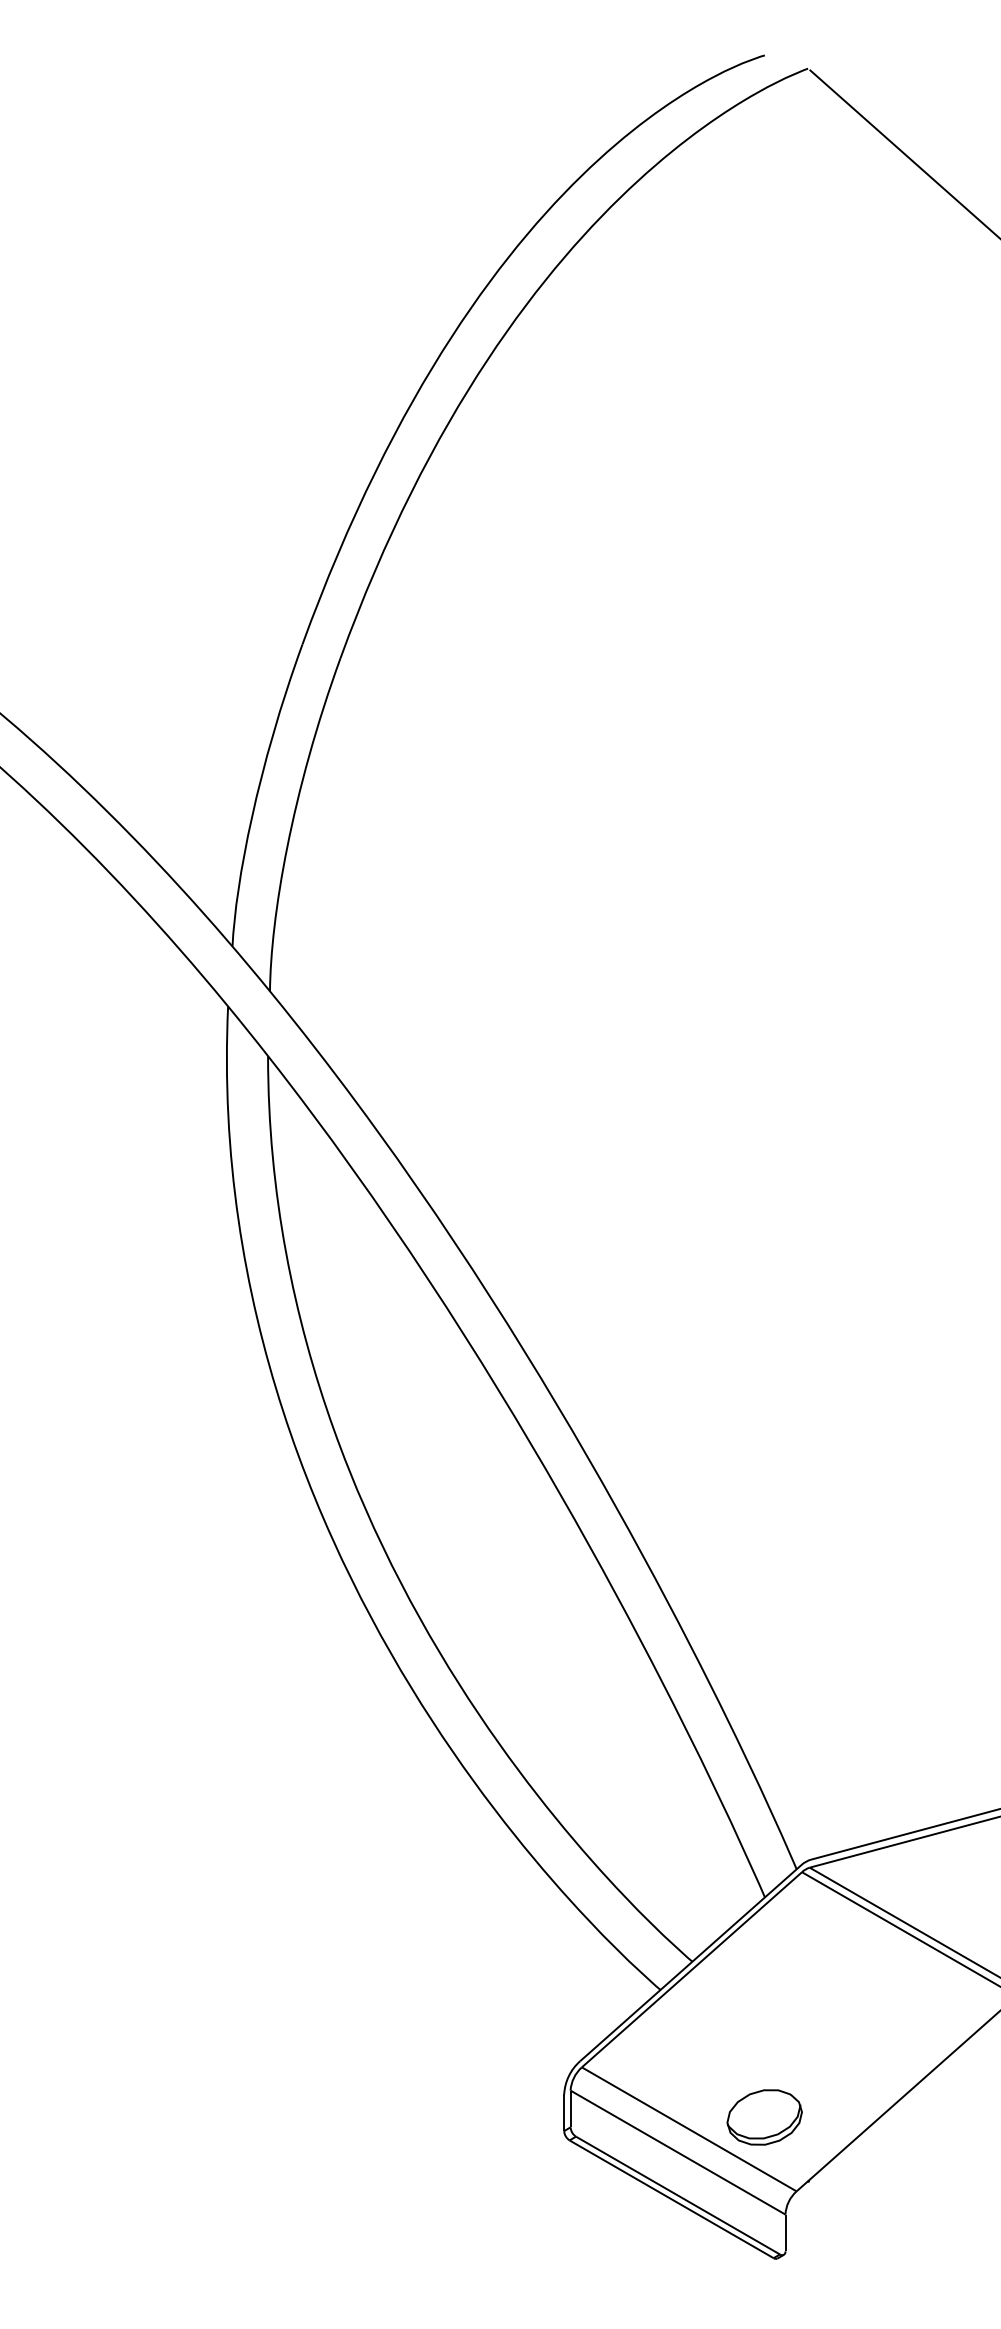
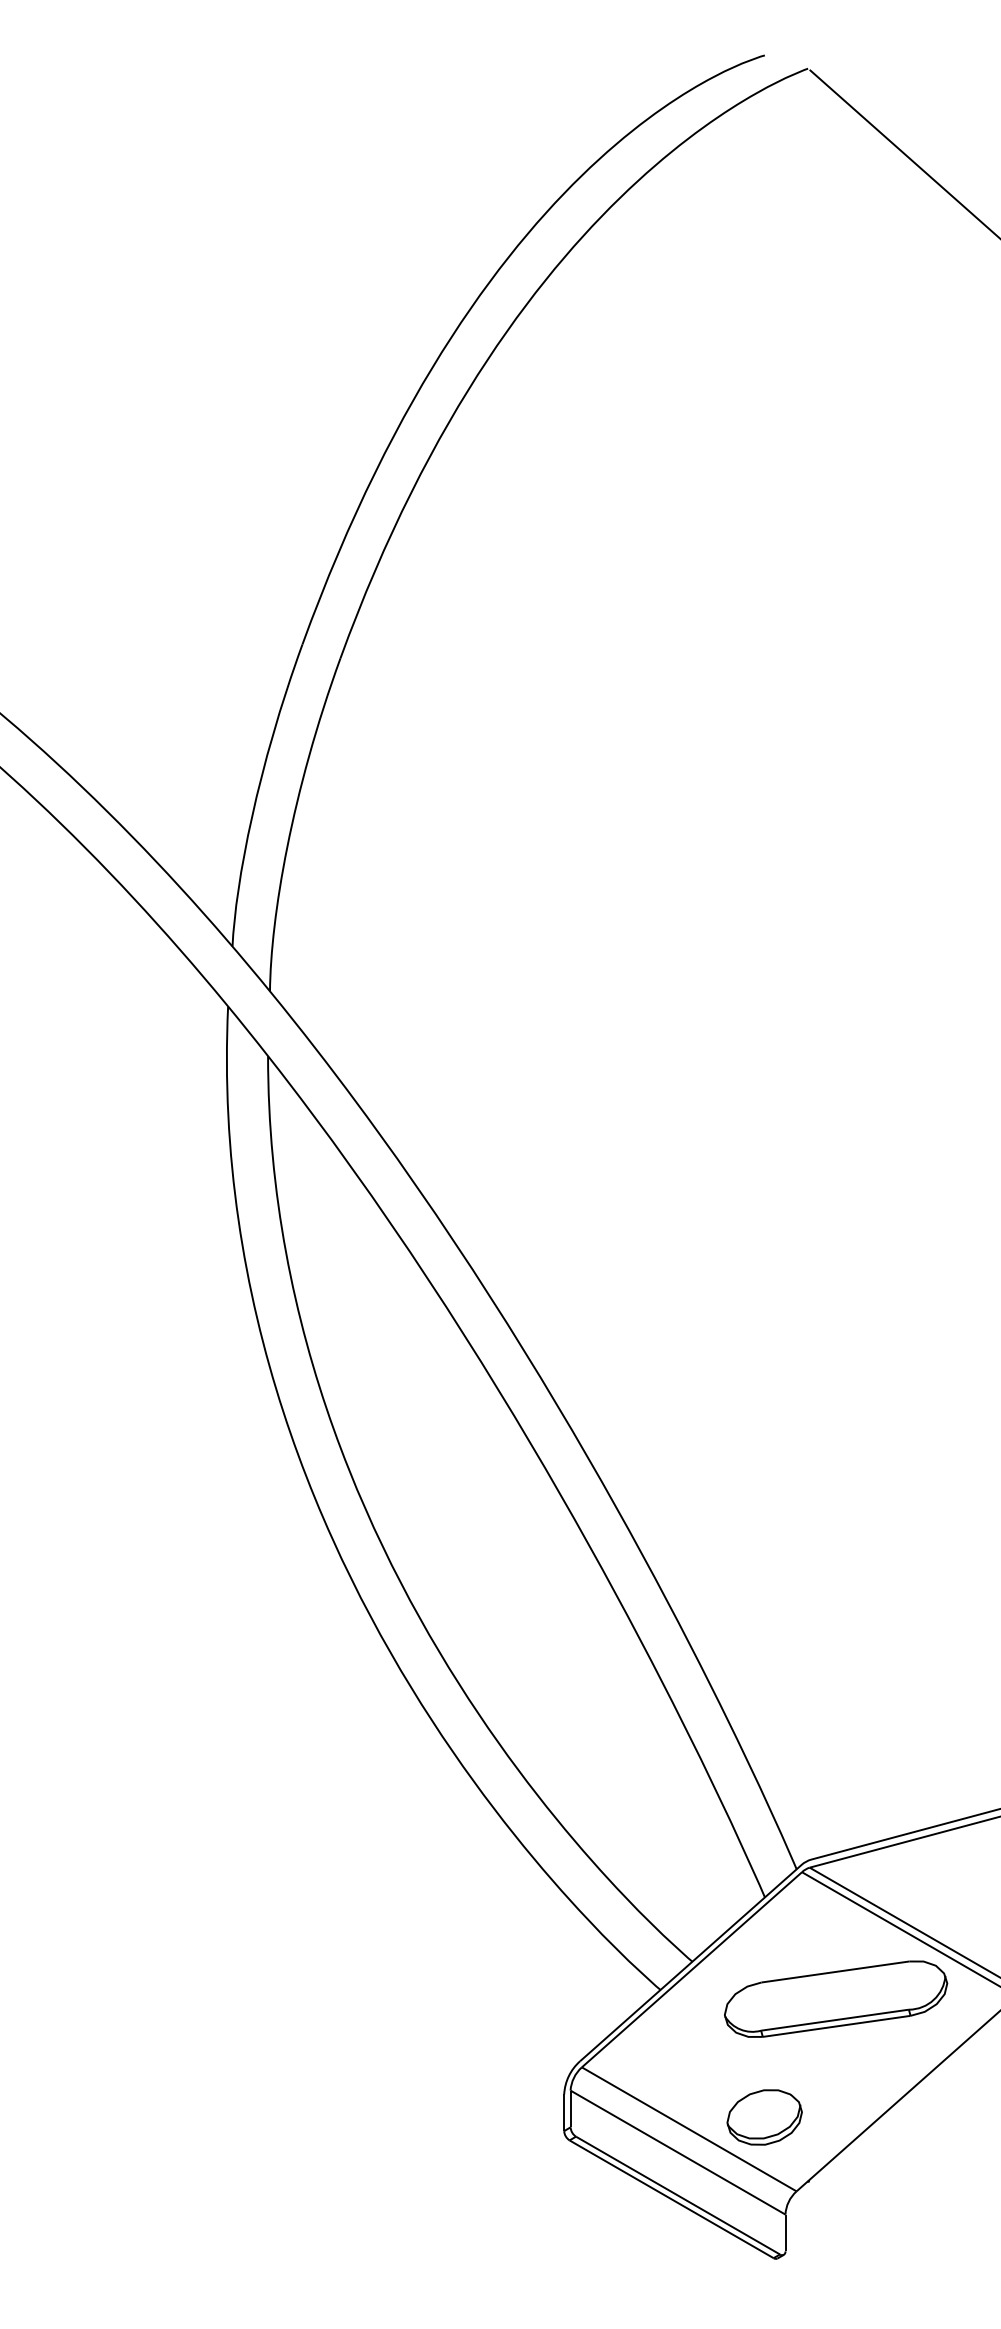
part at (836, 1998): none -> present
